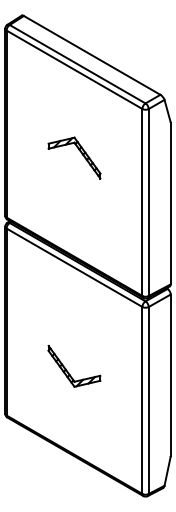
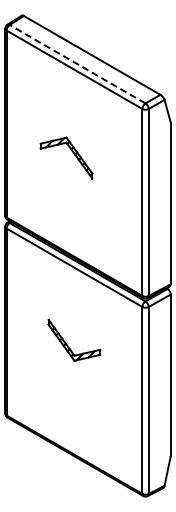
line at (77, 63): solid -> dashed
part at (81, 154) position: (81, 154) -> (73, 154)
part at (68, 371) position: (68, 371) -> (68, 345)
